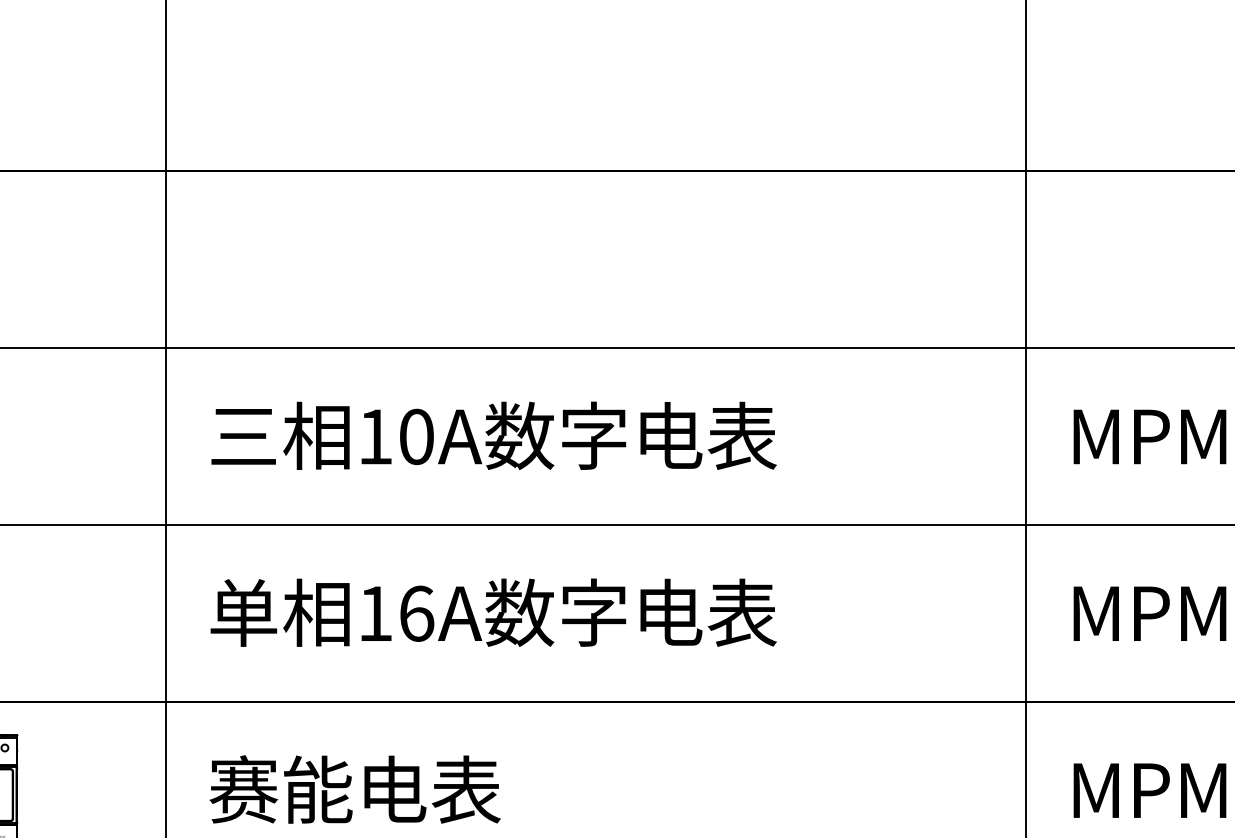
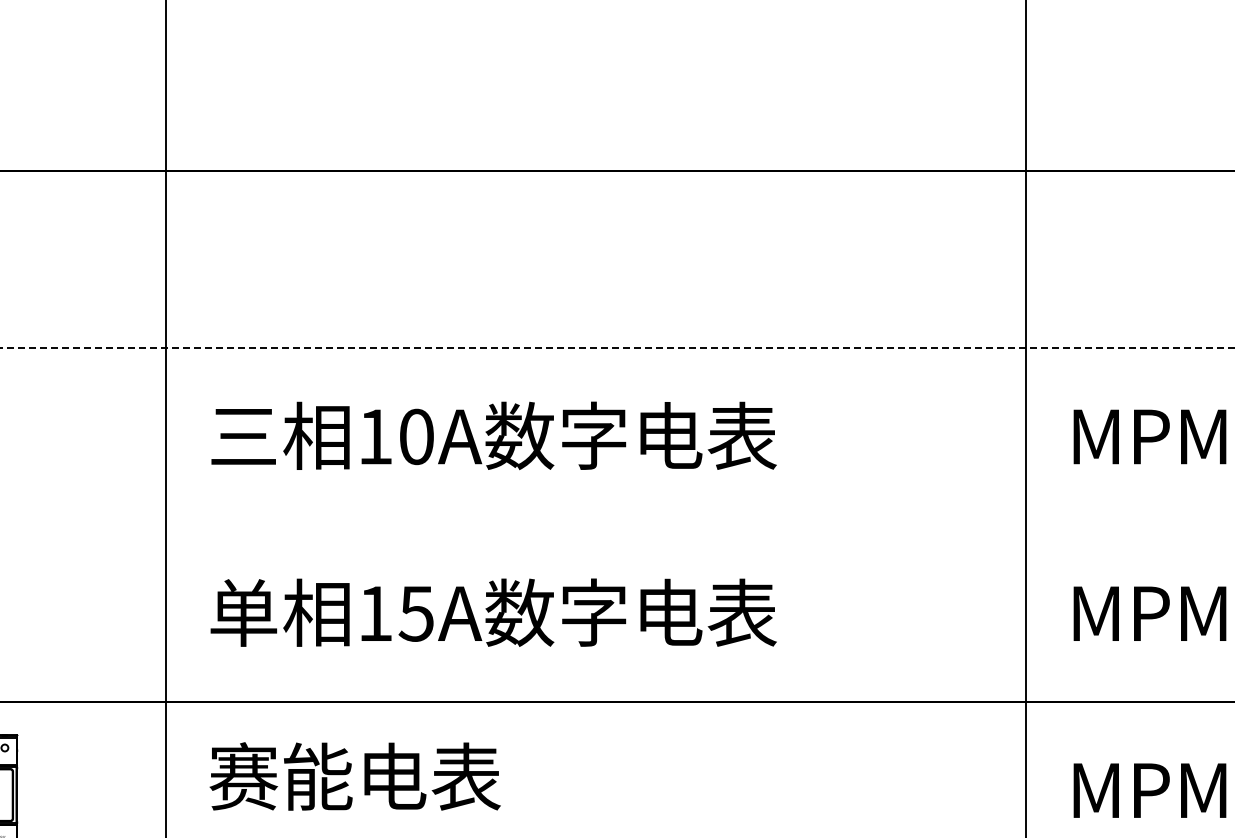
line at (618, 348): solid -> dashed
line at (616, 525): present -> none
text at (416, 613): 16A -> 15A
text at (354, 789) position: (354, 789) -> (354, 776)
